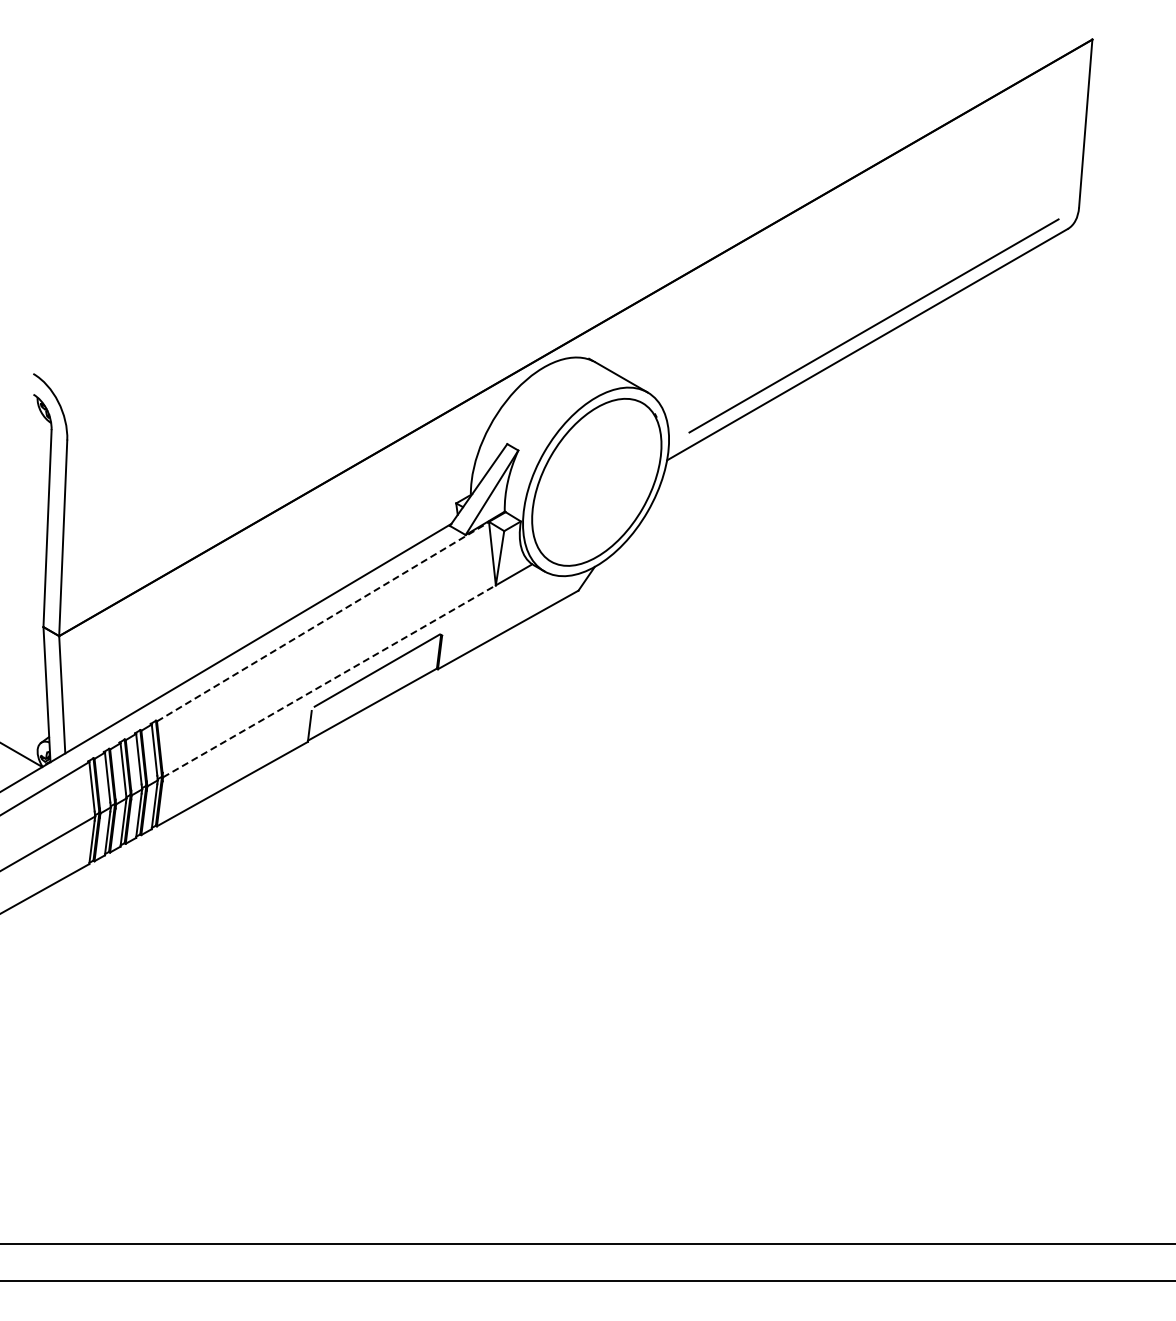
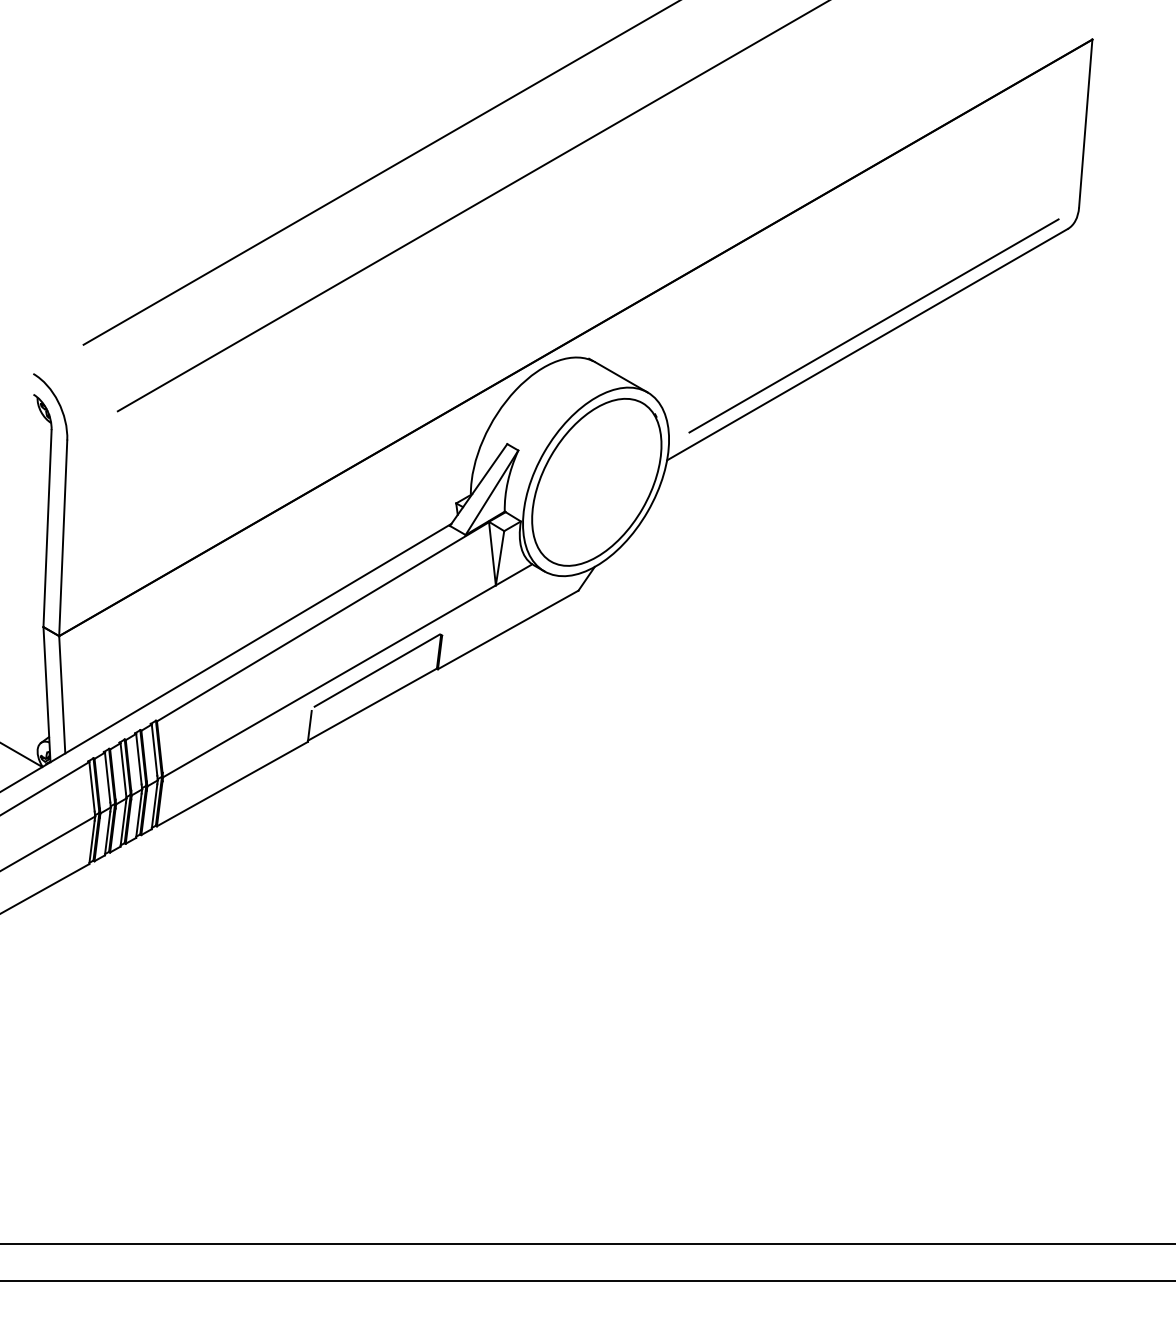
line at (380, 173): none -> present
line at (471, 206): none -> present
line at (323, 621): dashed -> solid
line at (329, 681): dashed -> solid
